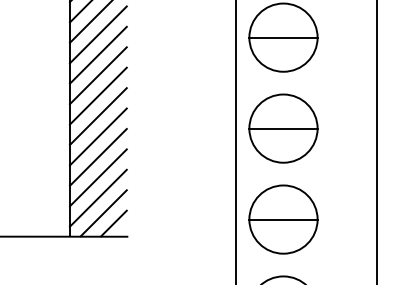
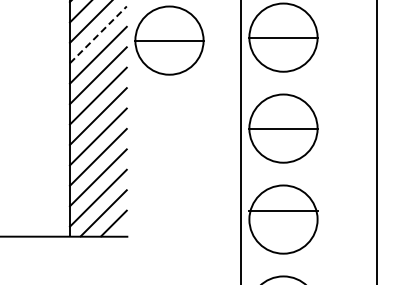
line at (98, 34): solid -> dashed
part at (169, 40): none -> present
line at (235, 141) position: (235, 141) -> (240, 141)
line at (283, 219) position: (283, 219) -> (283, 210)
